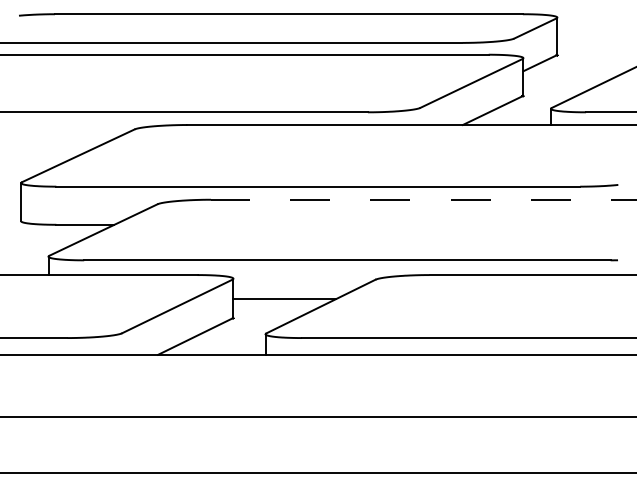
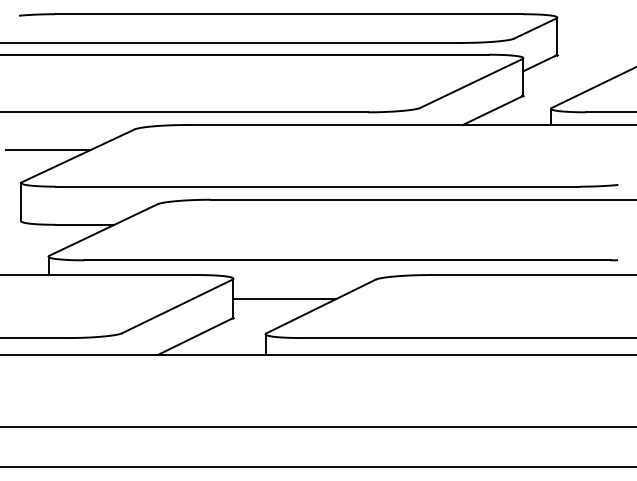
line at (48, 149): none -> present
line at (423, 199): dashed -> solid
line at (317, 416) position: (317, 416) -> (317, 426)
line at (317, 472) position: (317, 472) -> (317, 466)
